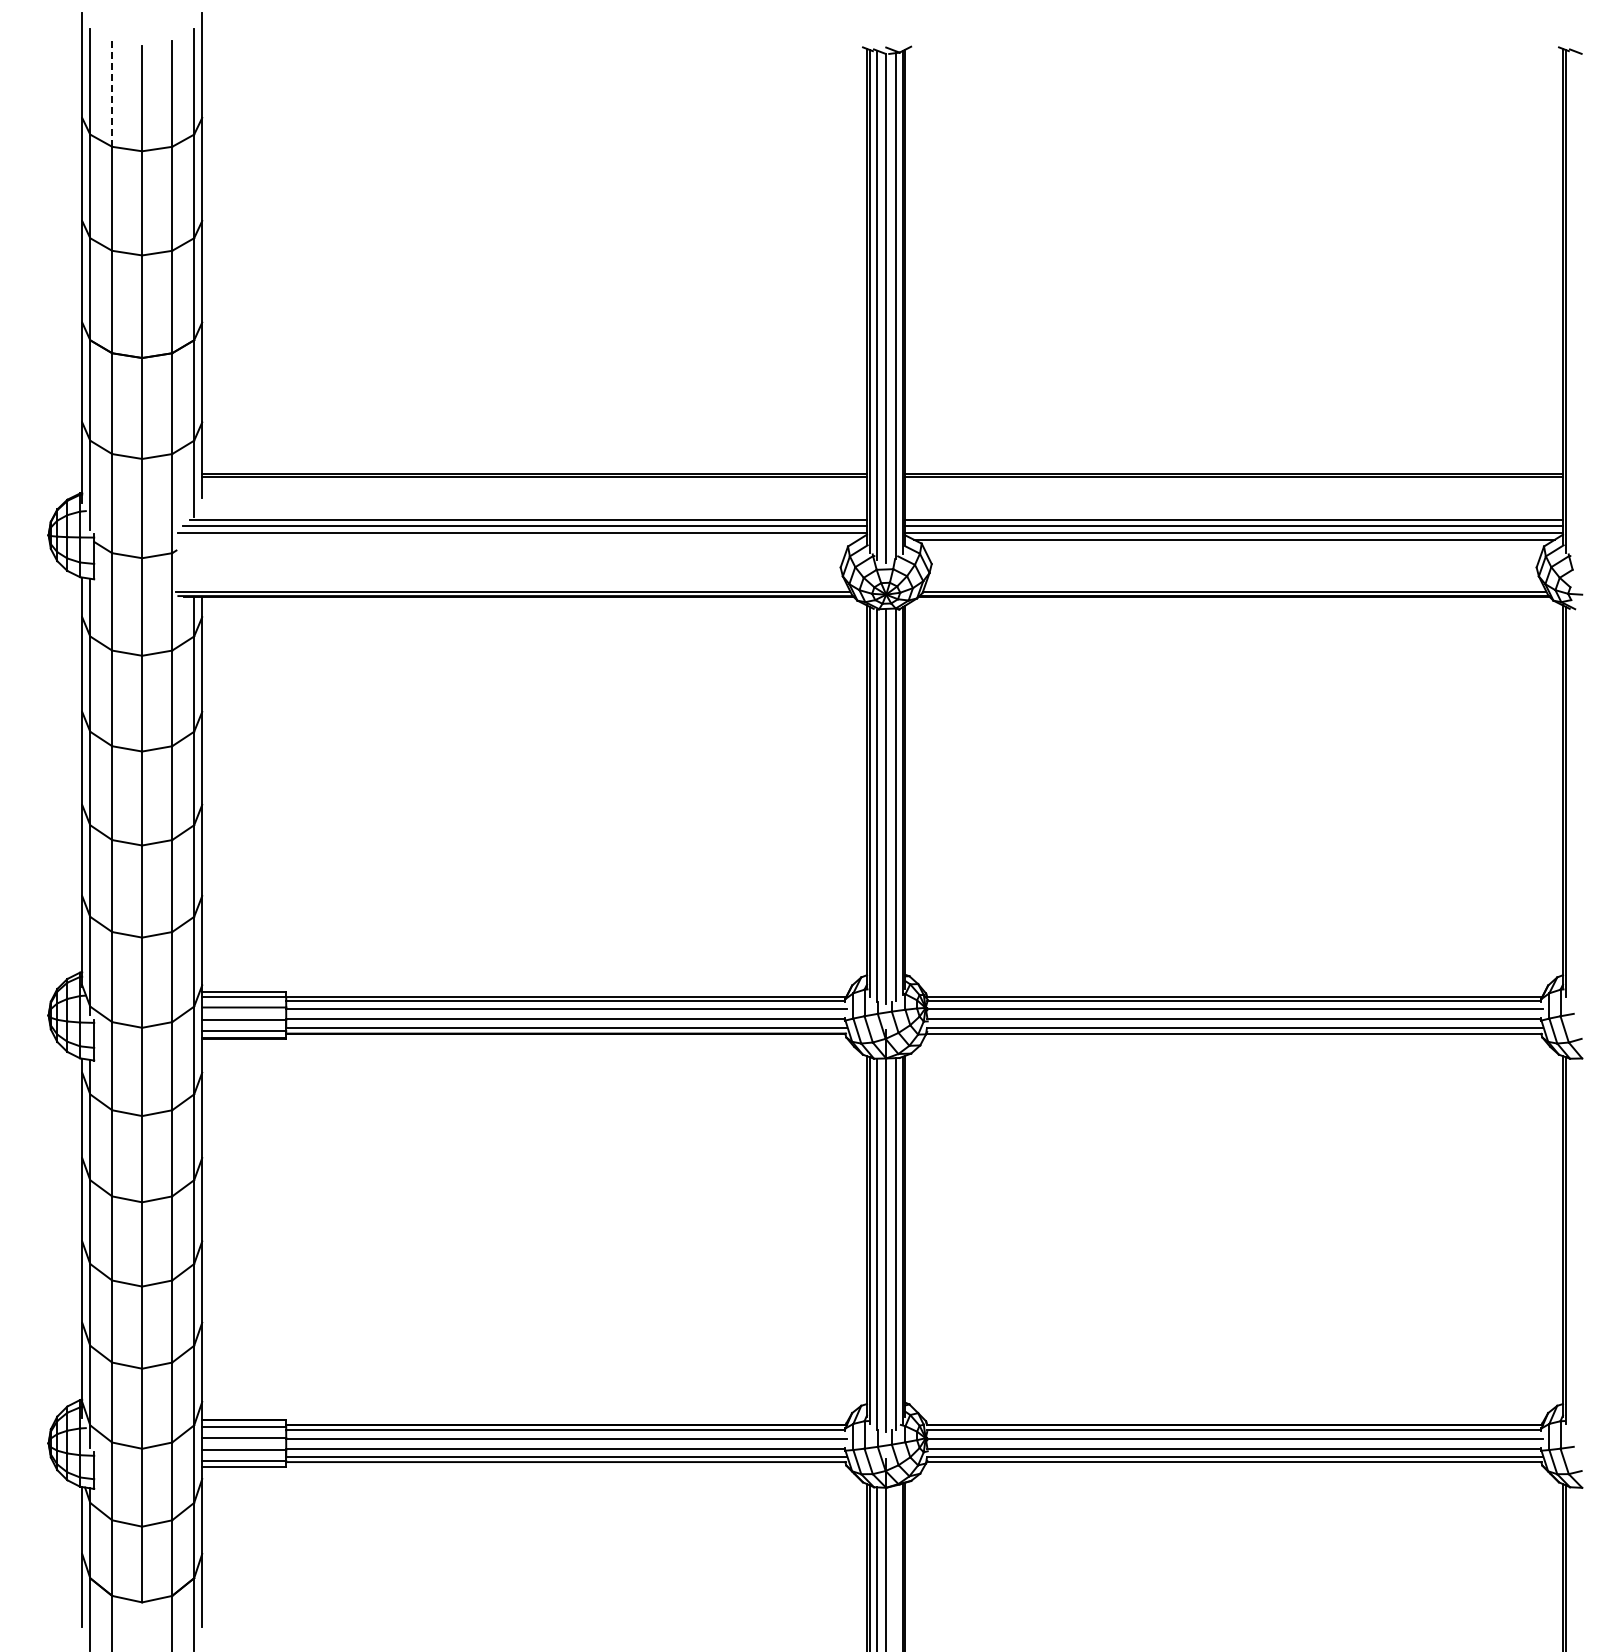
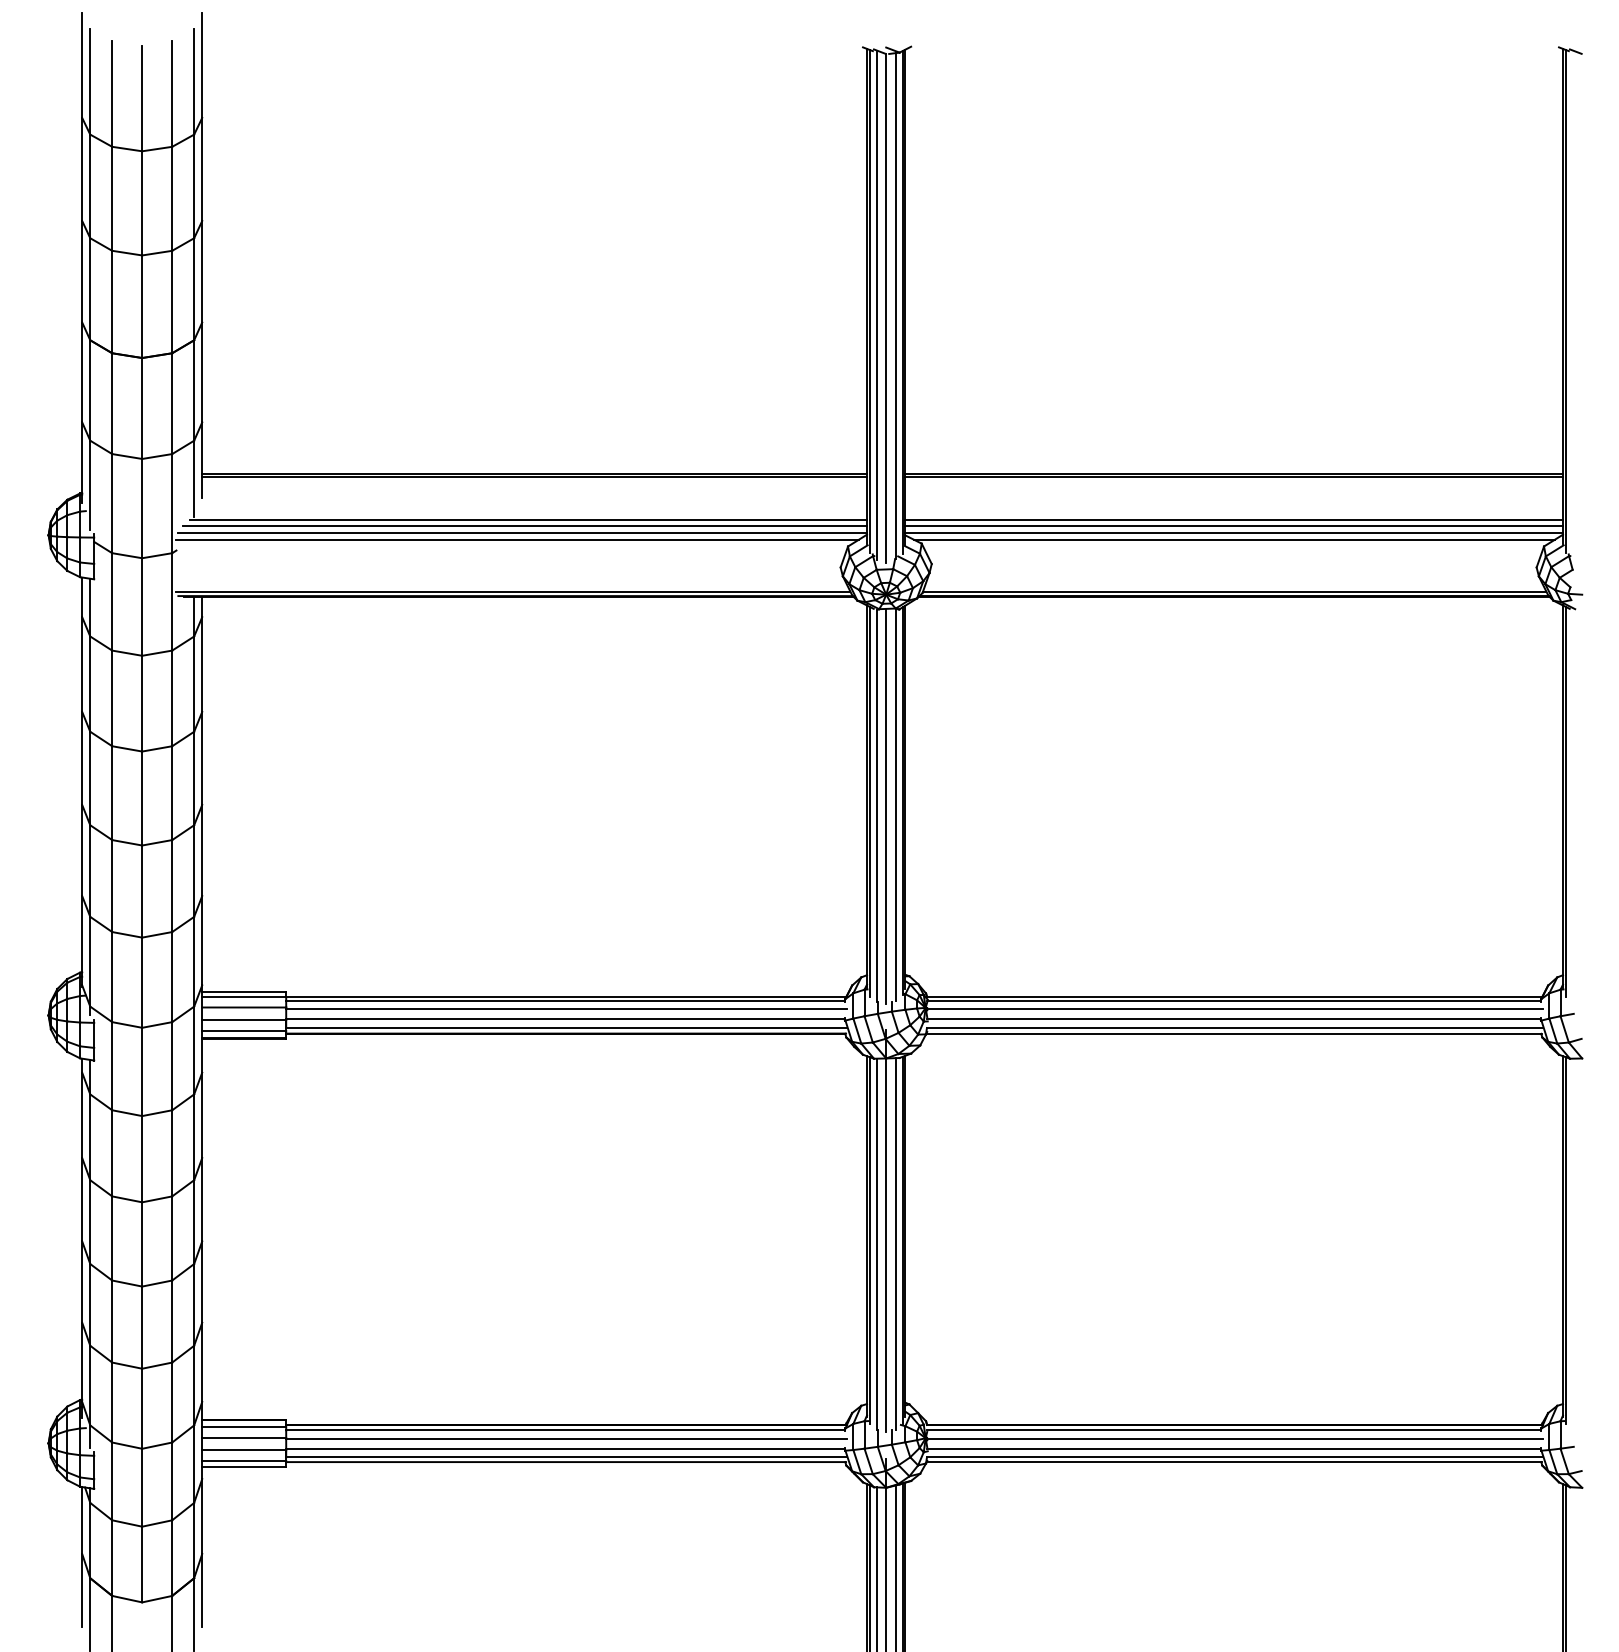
line at (112, 94): dashed -> solid
line at (517, 539): none -> present
line at (895, 1566): none -> present
